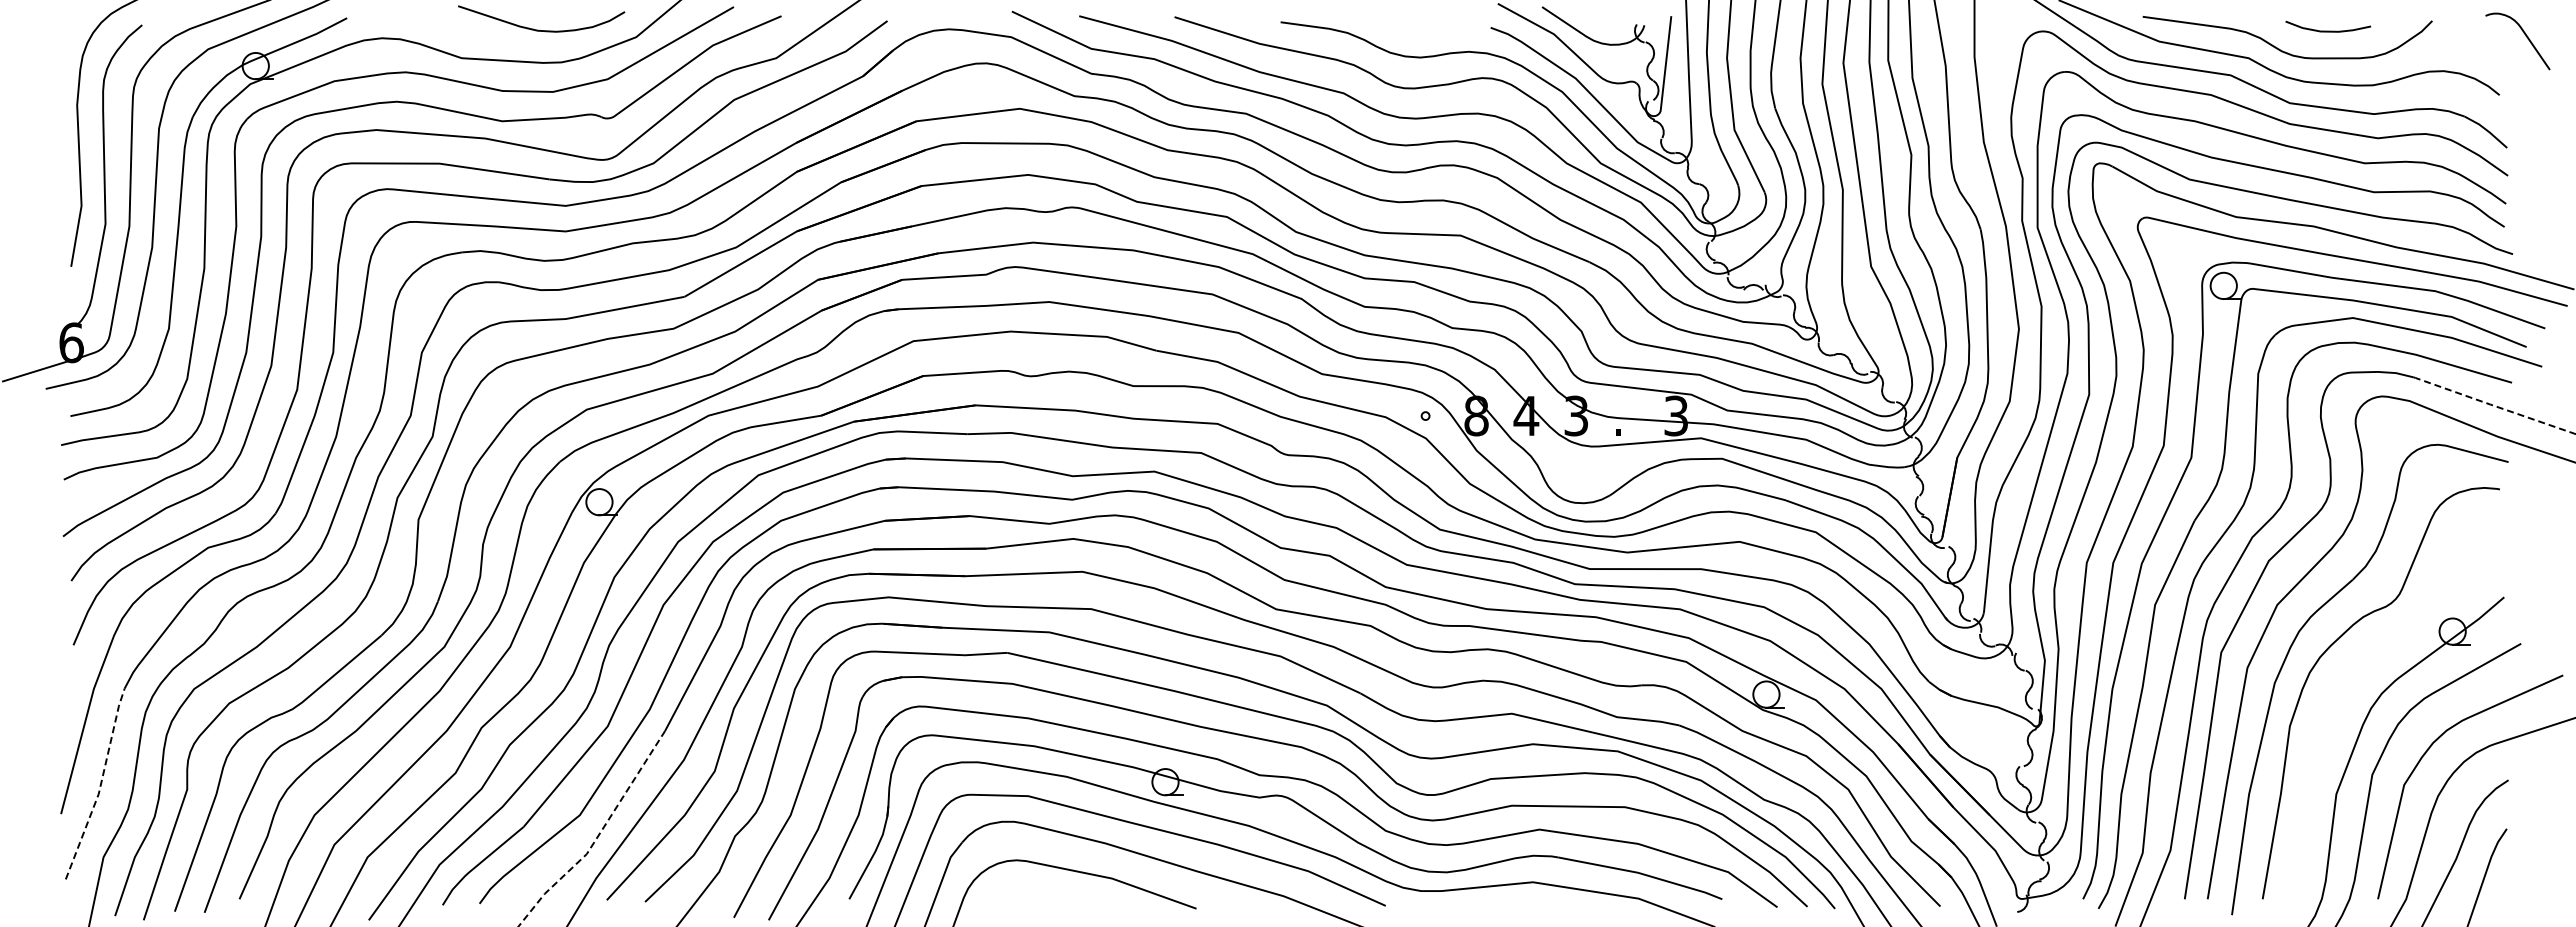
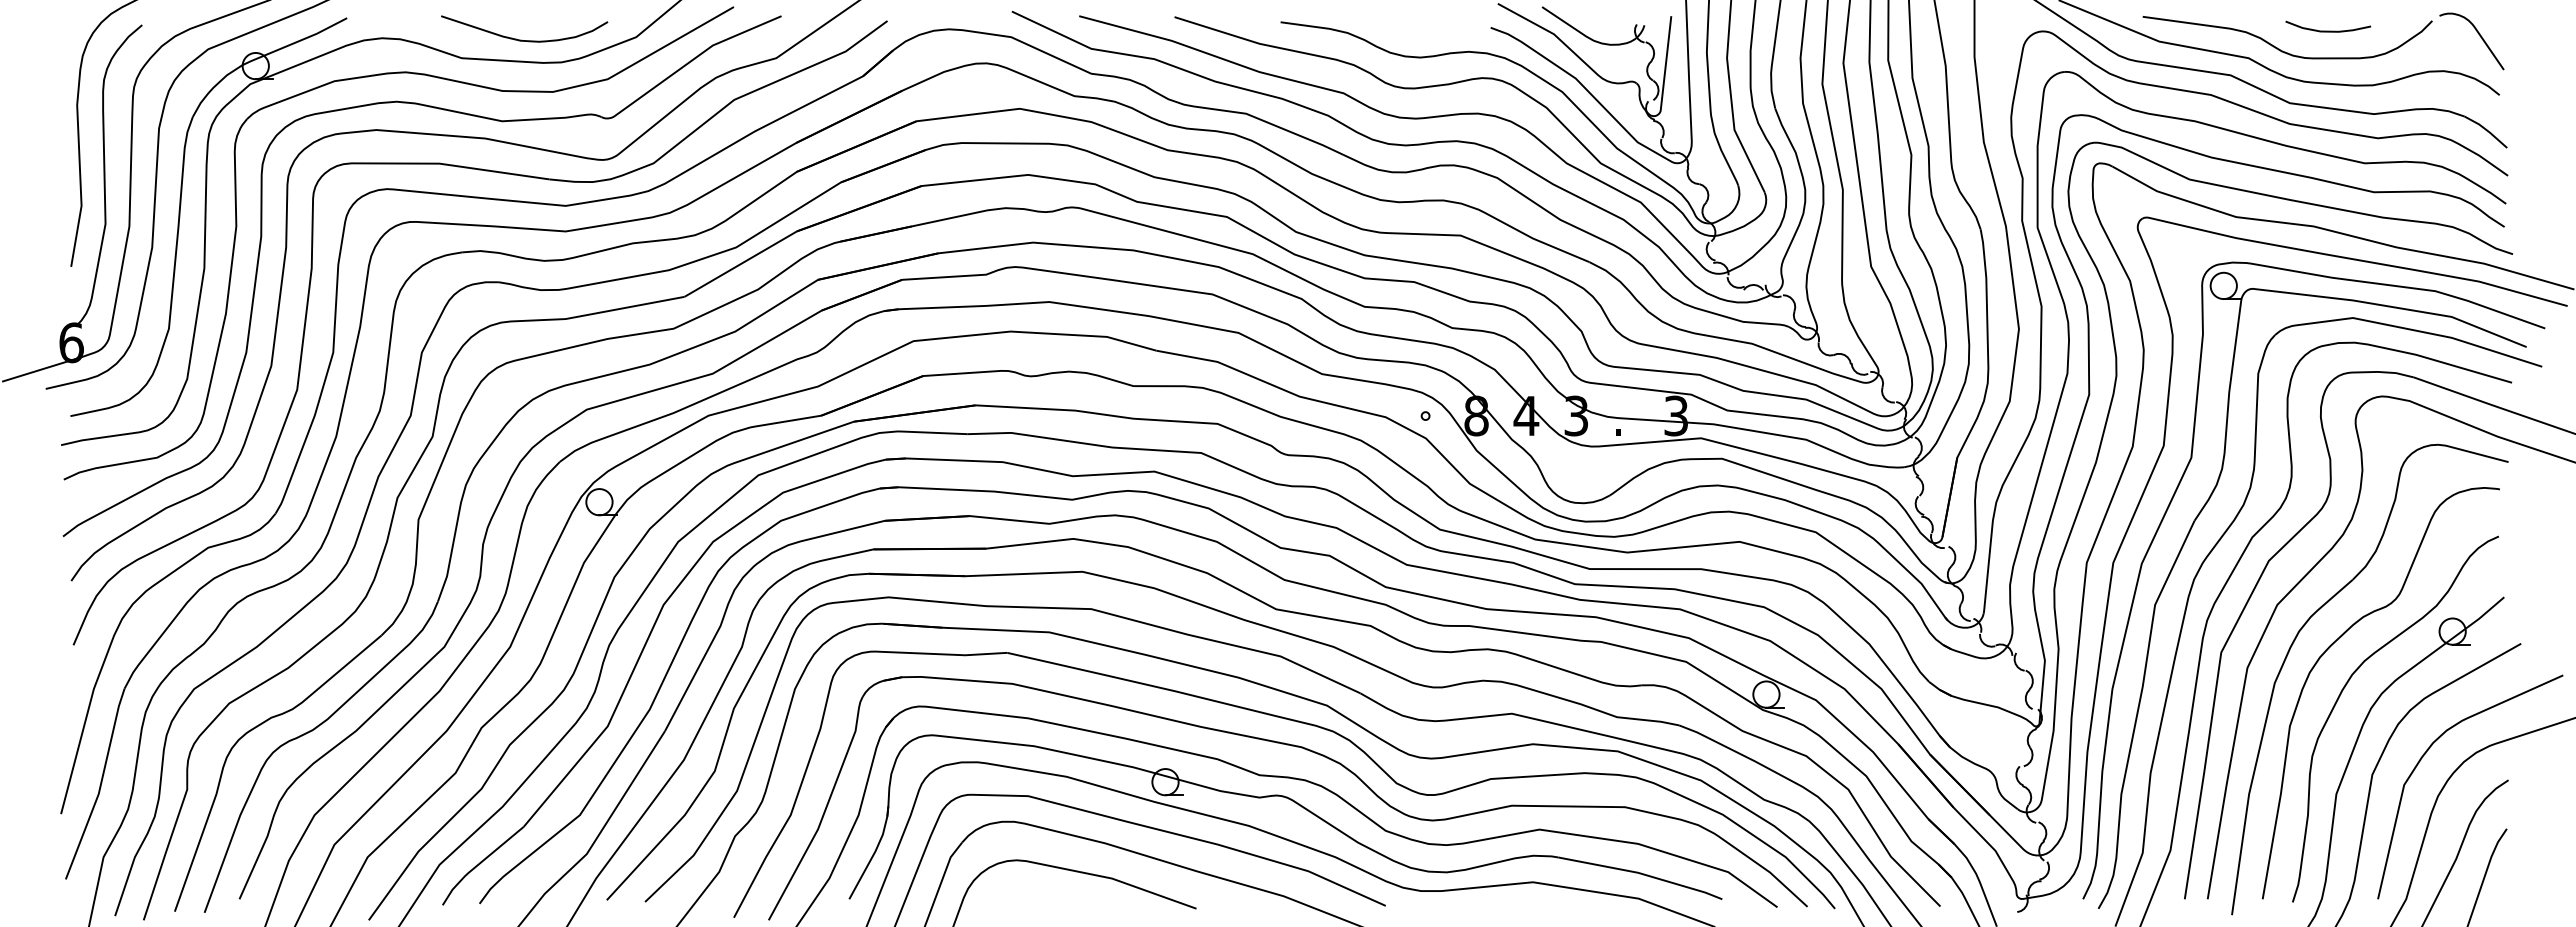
curve at (538, 29) position: (538, 29) -> (521, 39)
curve at (2525, 36) position: (2525, 36) -> (2479, 36)
line at (2494, 405): dashed -> solid
curve at (2347, 684): none -> present
line at (100, 785): dashed -> solid
line at (598, 835): dashed -> solid
